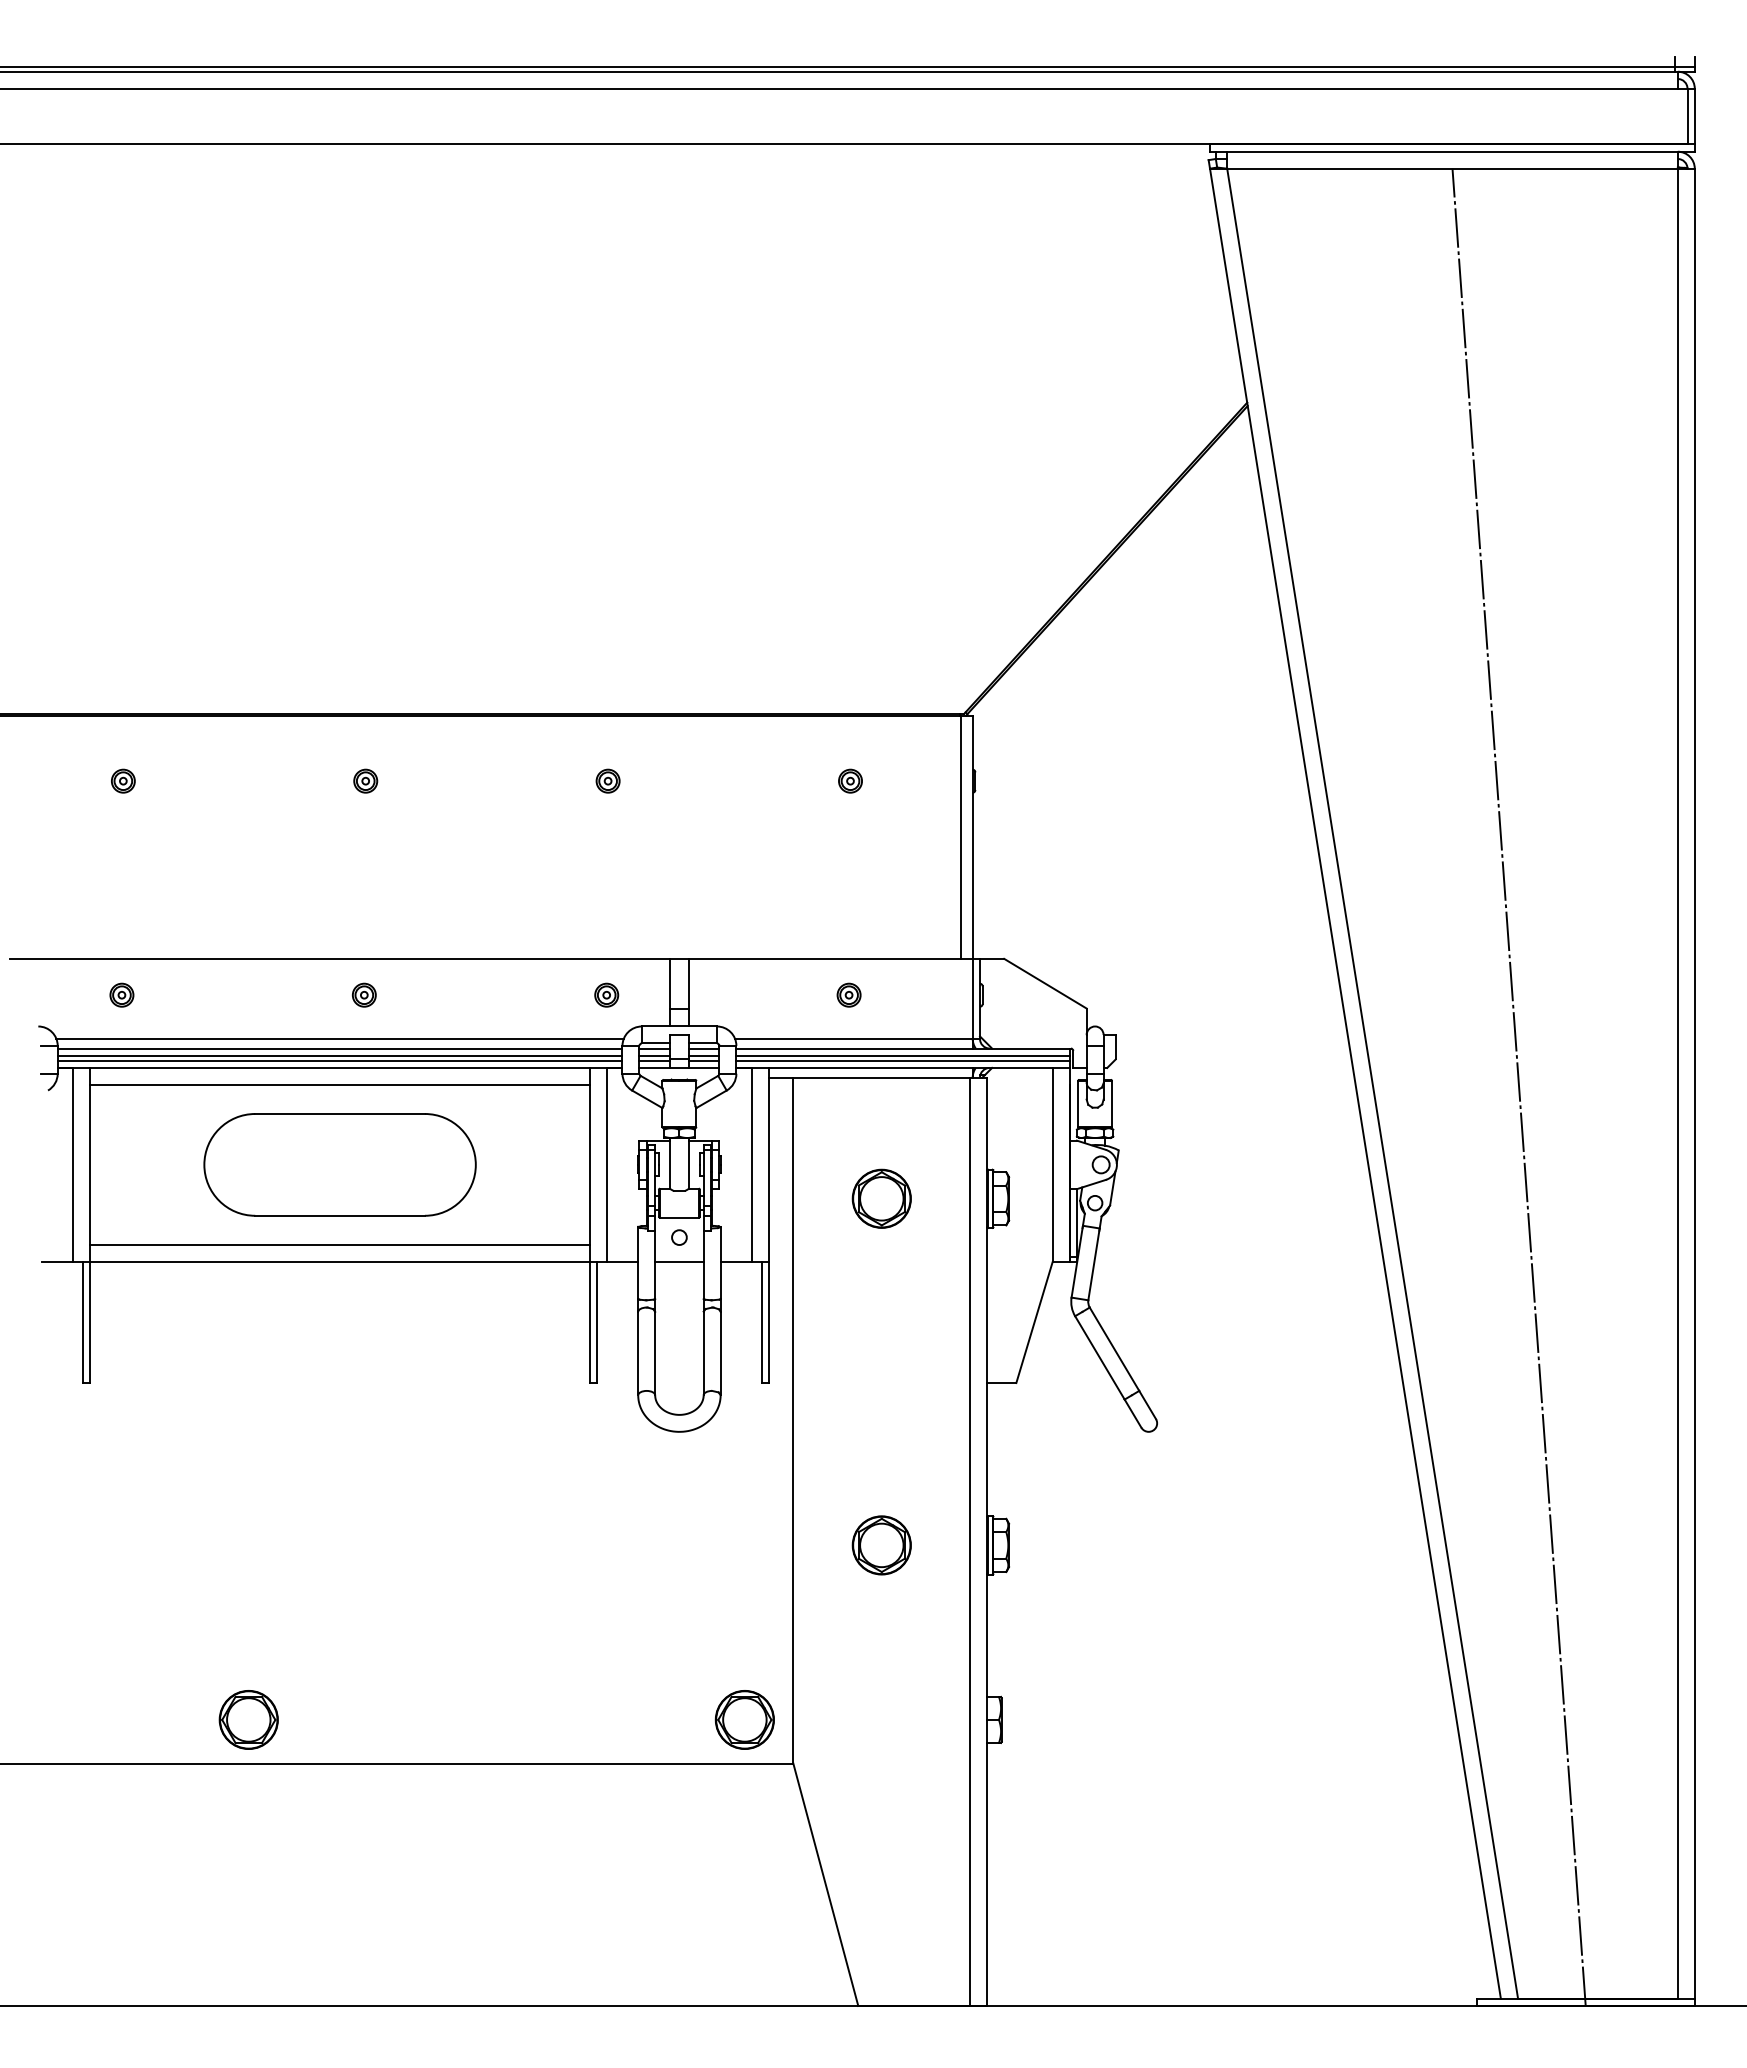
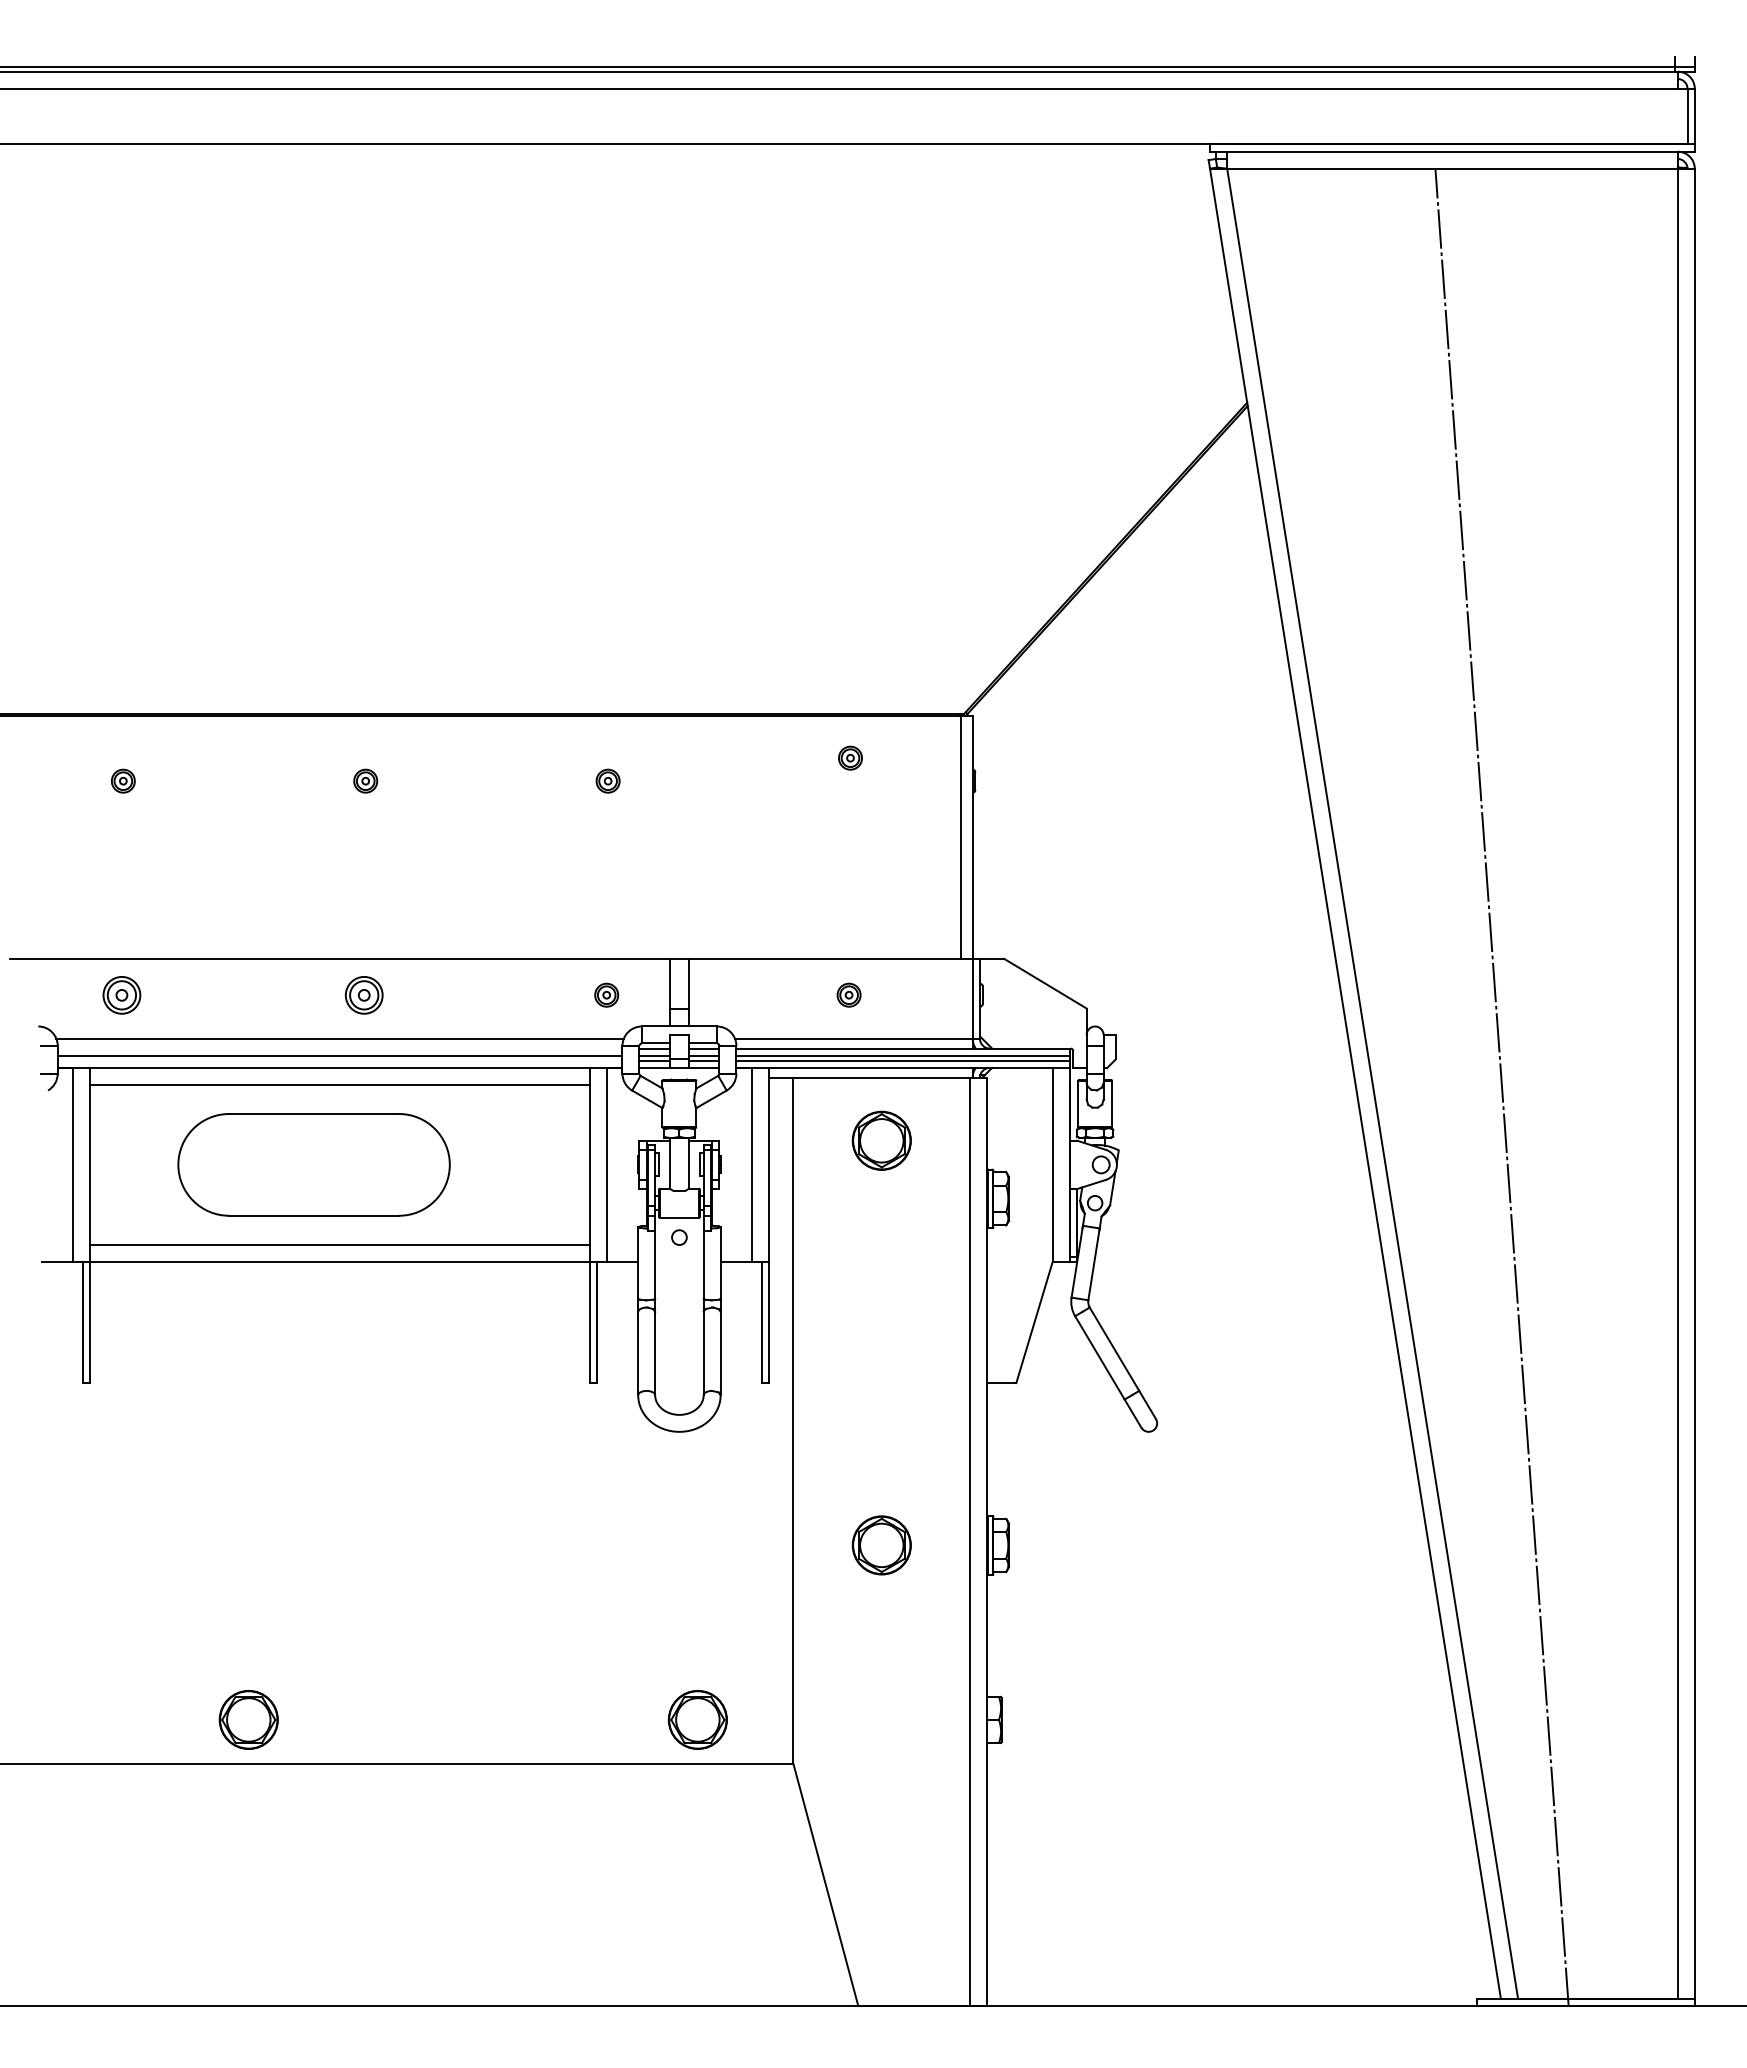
part at (850, 780) position: (850, 780) -> (850, 757)
part at (121, 994) size: 26x26 px -> 40x39 px
part at (364, 994) size: 25x26 px -> 40x39 px
line at (339, 1048): present -> none
line at (339, 1060): present -> none
line at (1518, 1086) position: (1518, 1086) -> (1501, 1087)
part at (339, 1164) position: (339, 1164) -> (313, 1164)
part at (881, 1198) position: (881, 1198) -> (881, 1140)
line at (679, 1261): present -> none
part at (744, 1719) position: (744, 1719) -> (697, 1719)
